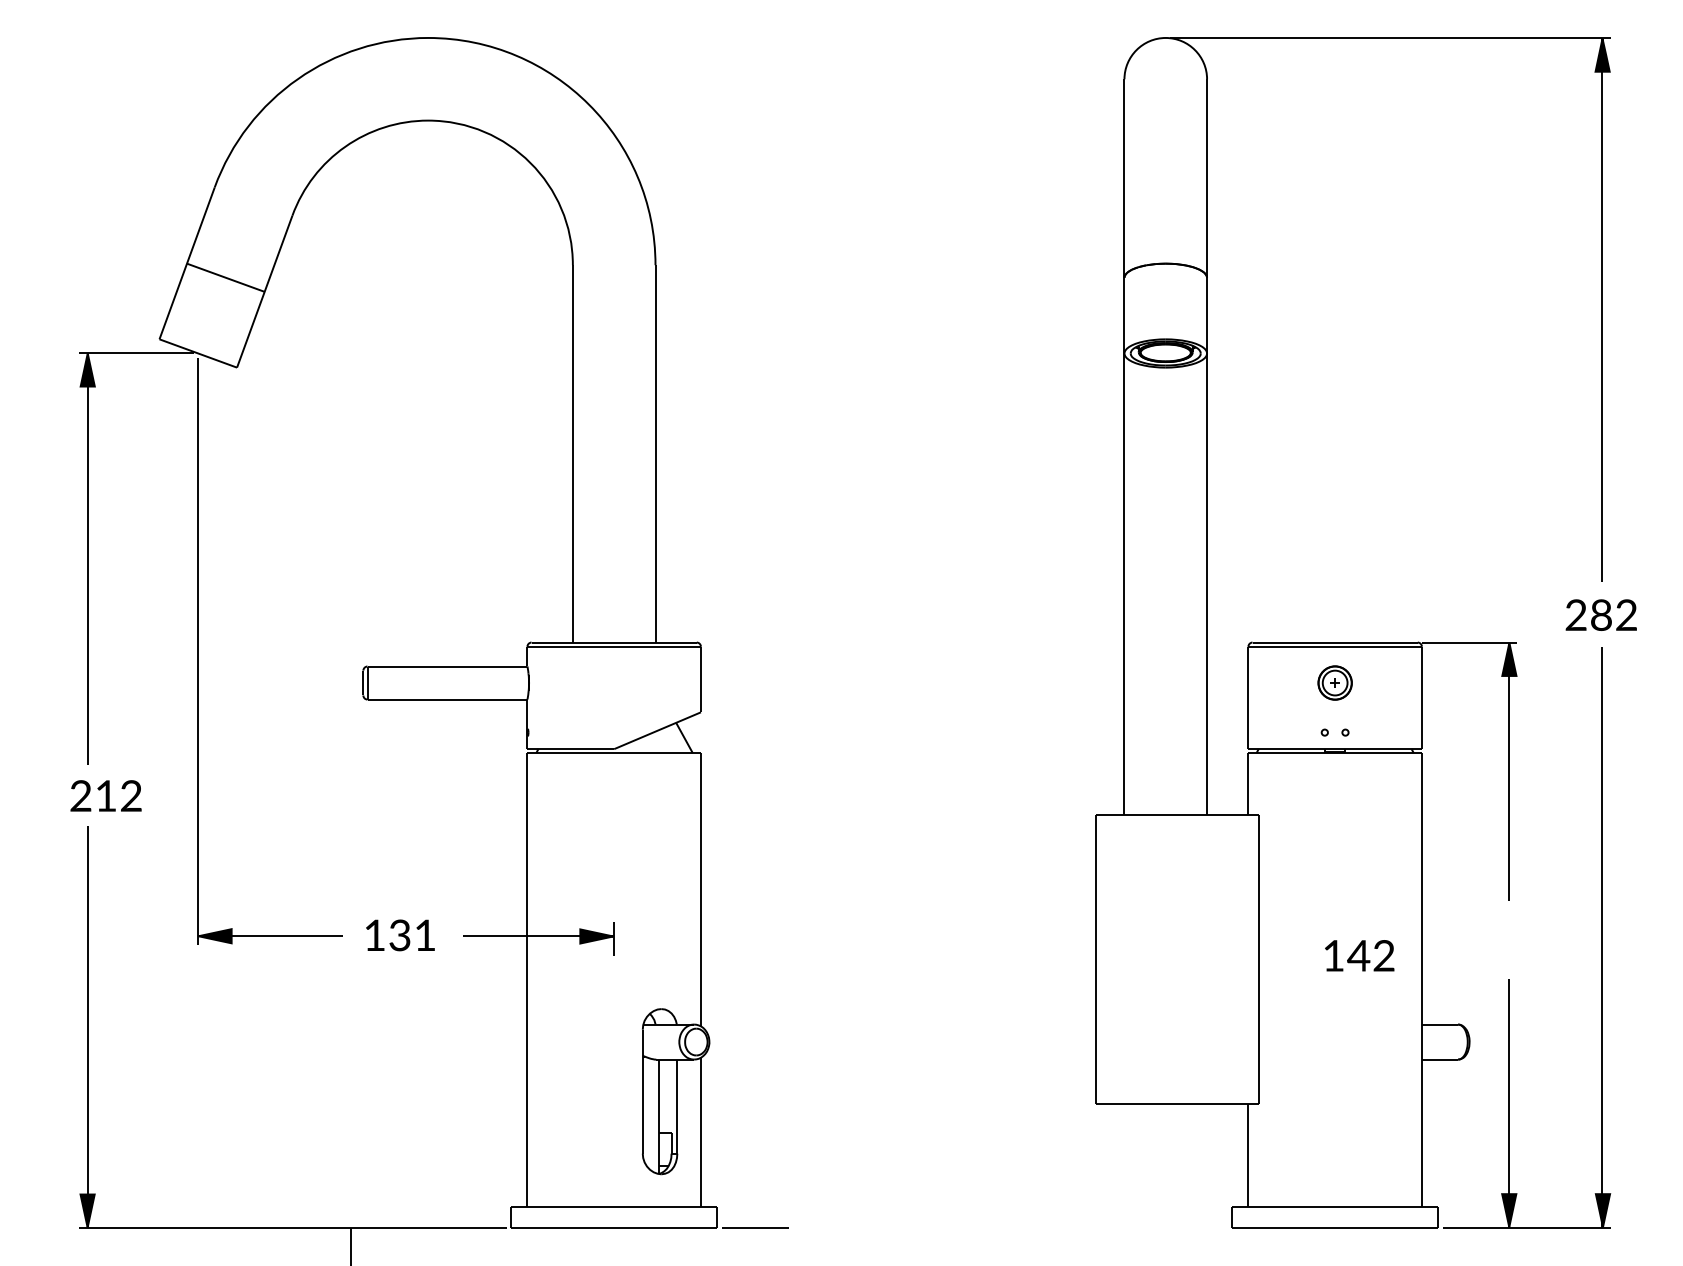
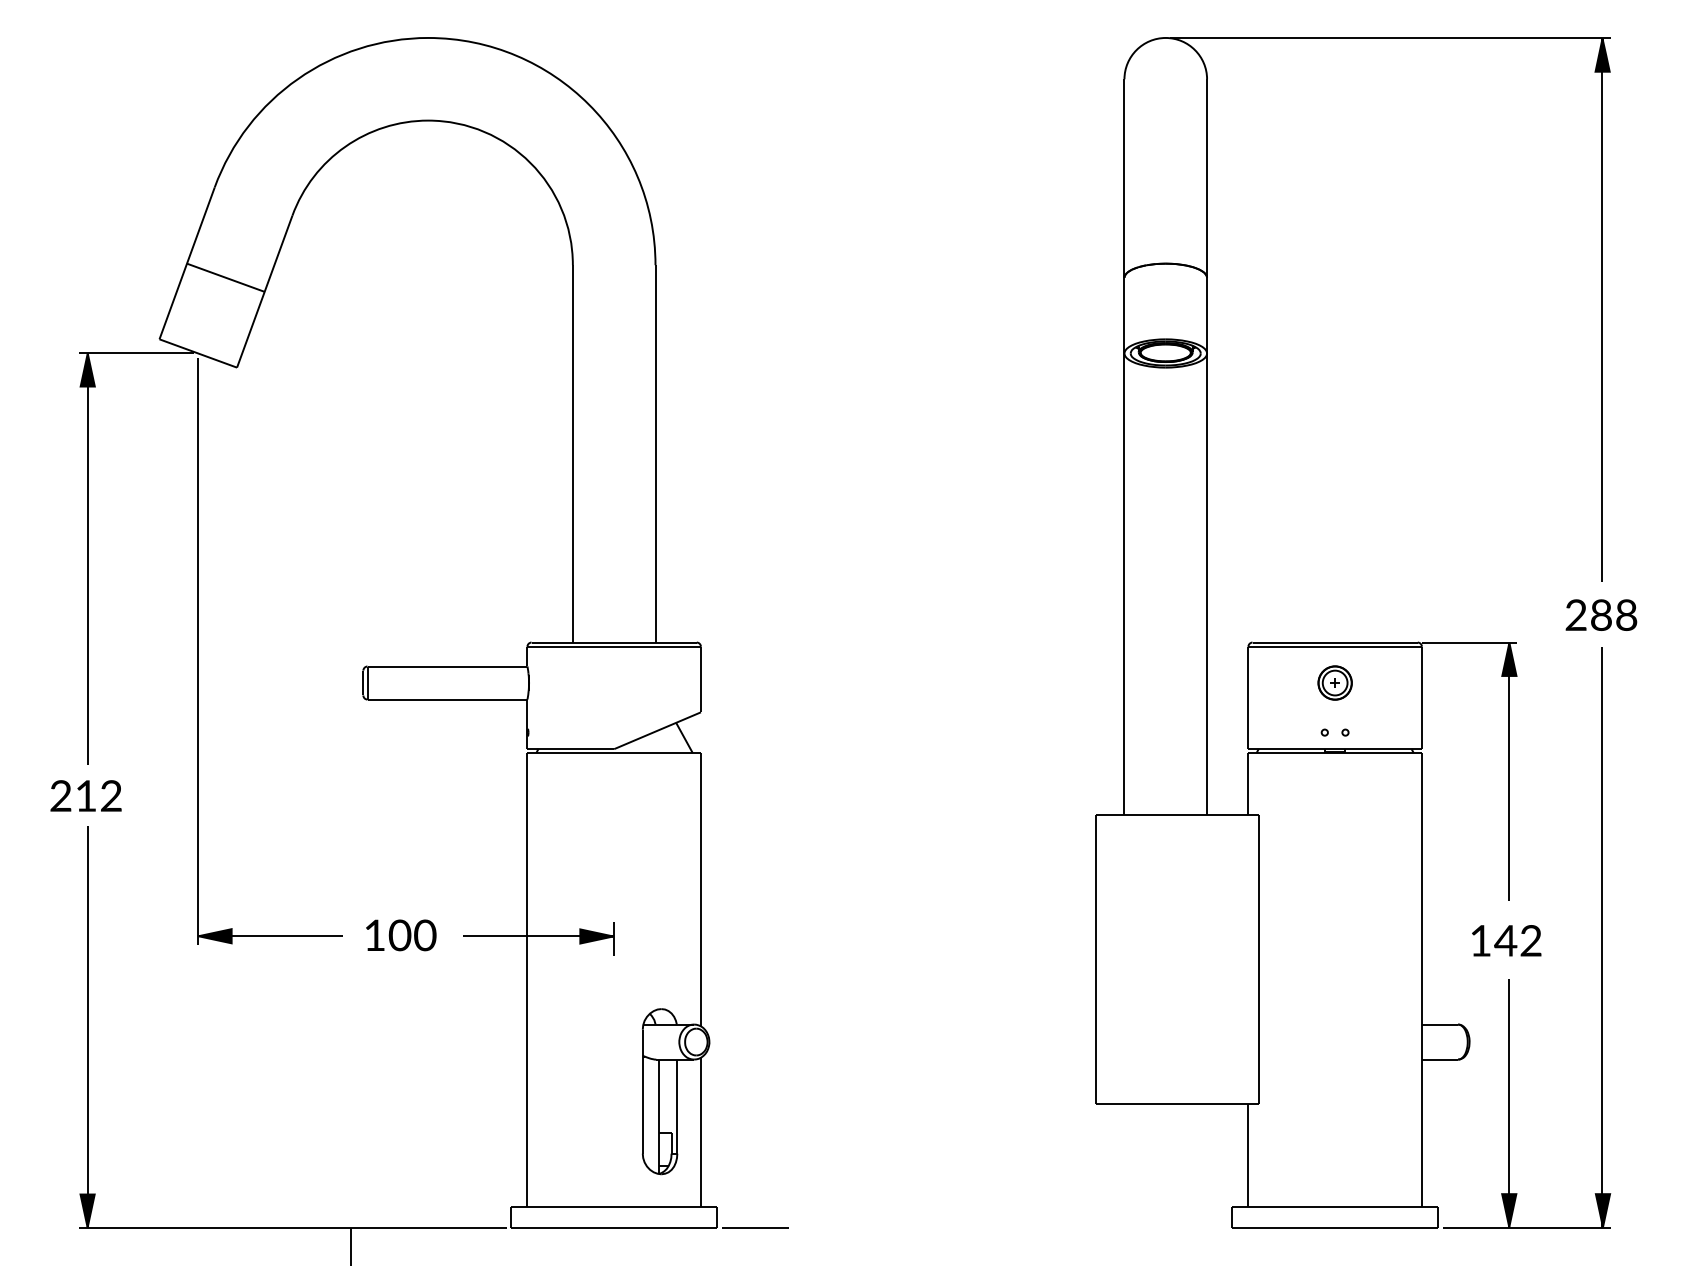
text at (1626, 615): 282 -> 288
text at (105, 795) position: (105, 795) -> (85, 795)
text at (412, 935): 131 -> 100
text at (1359, 955) position: (1359, 955) -> (1506, 940)
